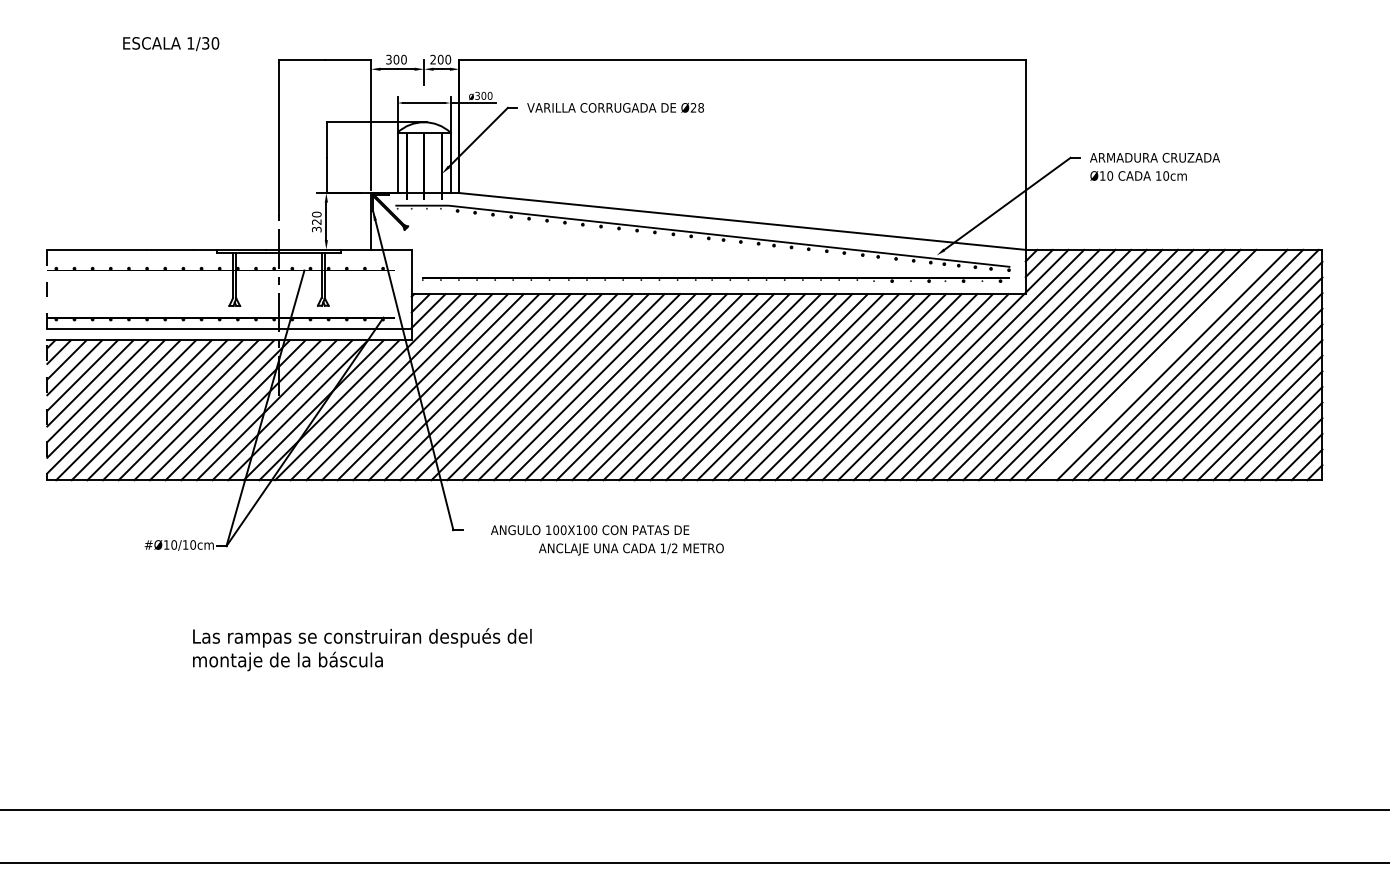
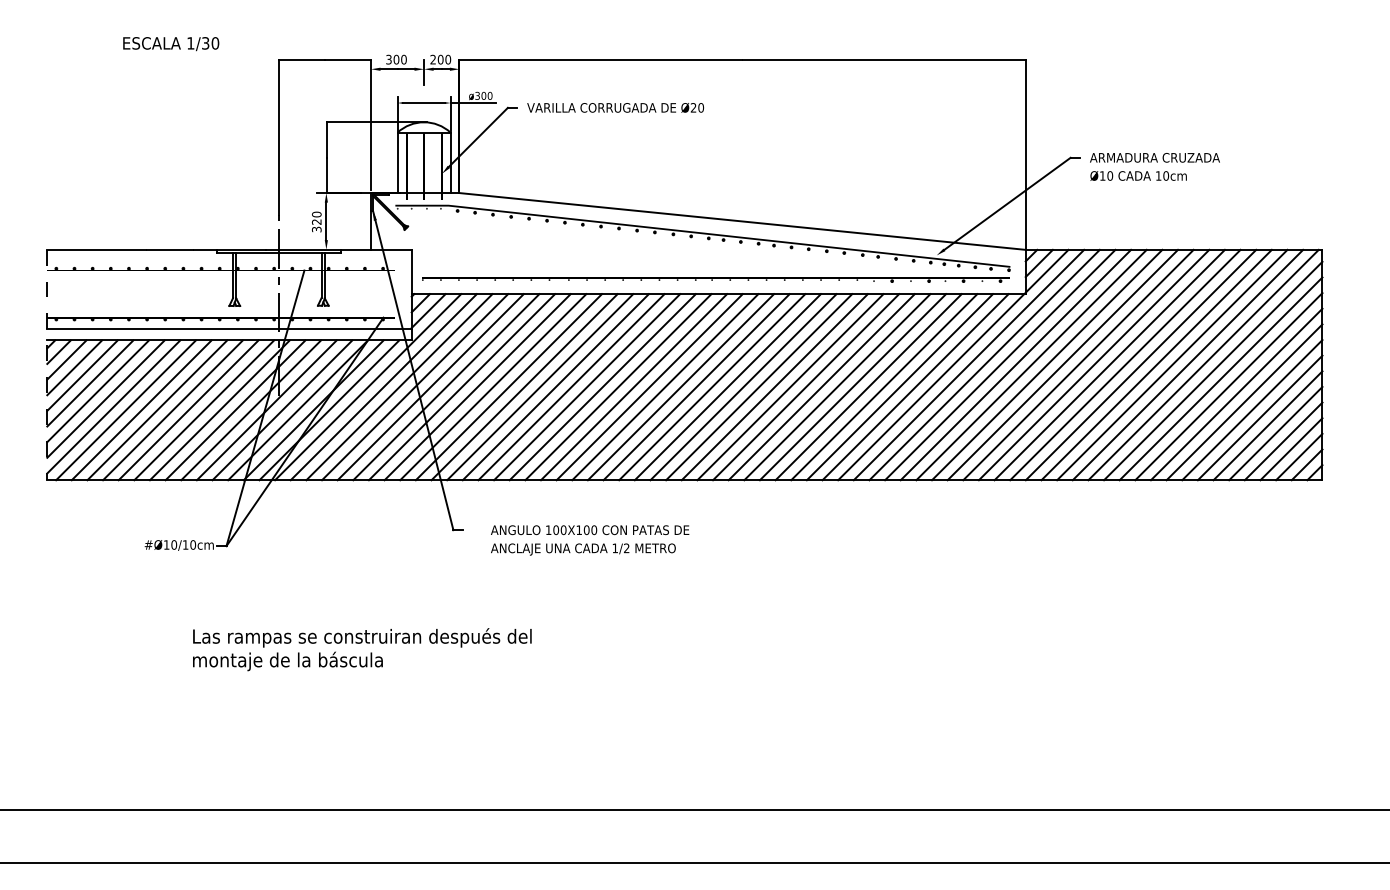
text at (701, 107): Ø28 -> Ø20
line at (1156, 364): none -> present
text at (631, 549) position: (631, 549) -> (583, 549)
